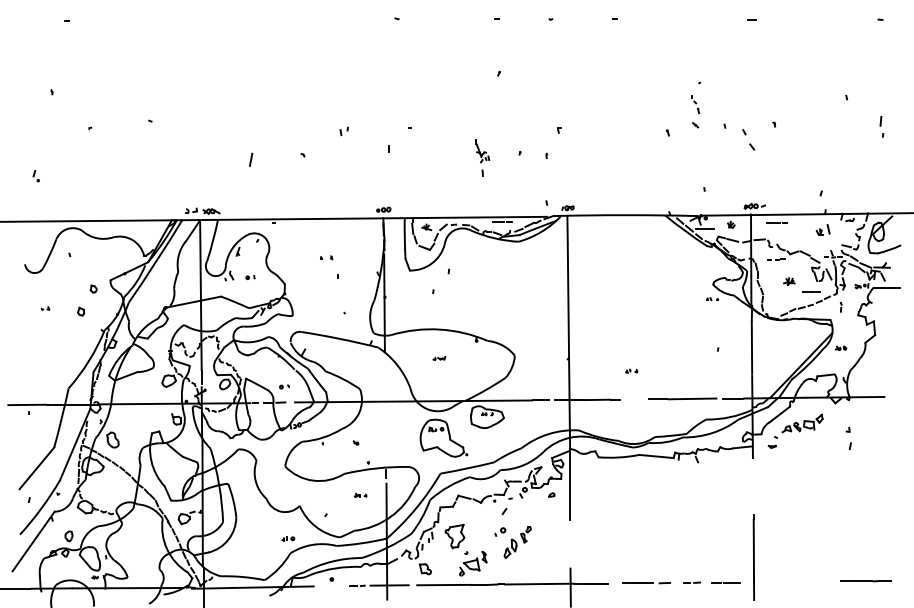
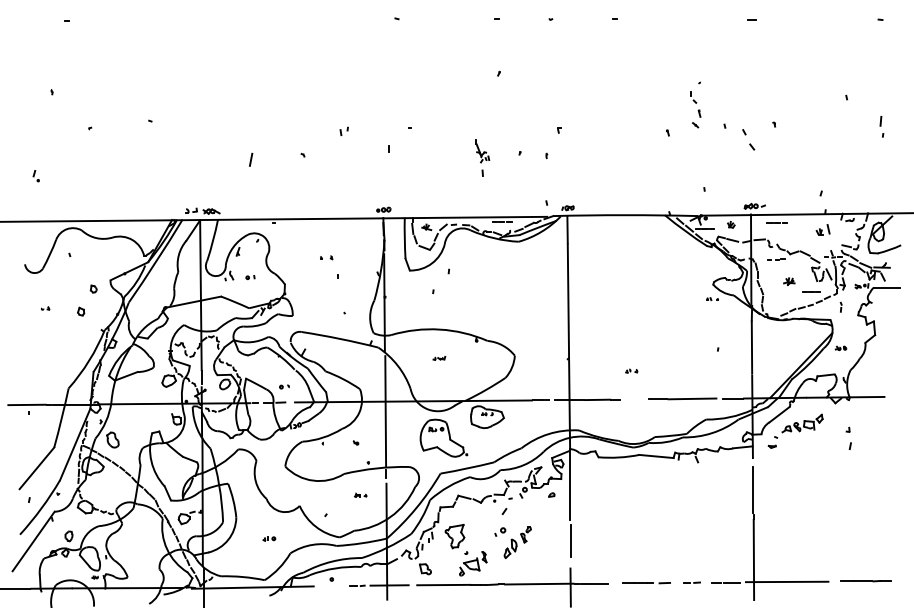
part at (695, 104) size: 10x20 px -> 12x27 px
line at (385, 411): none -> present
line at (753, 489): none -> present
part at (288, 538) position: (288, 538) -> (269, 538)
line at (570, 540): none -> present
line at (786, 581): none -> present
